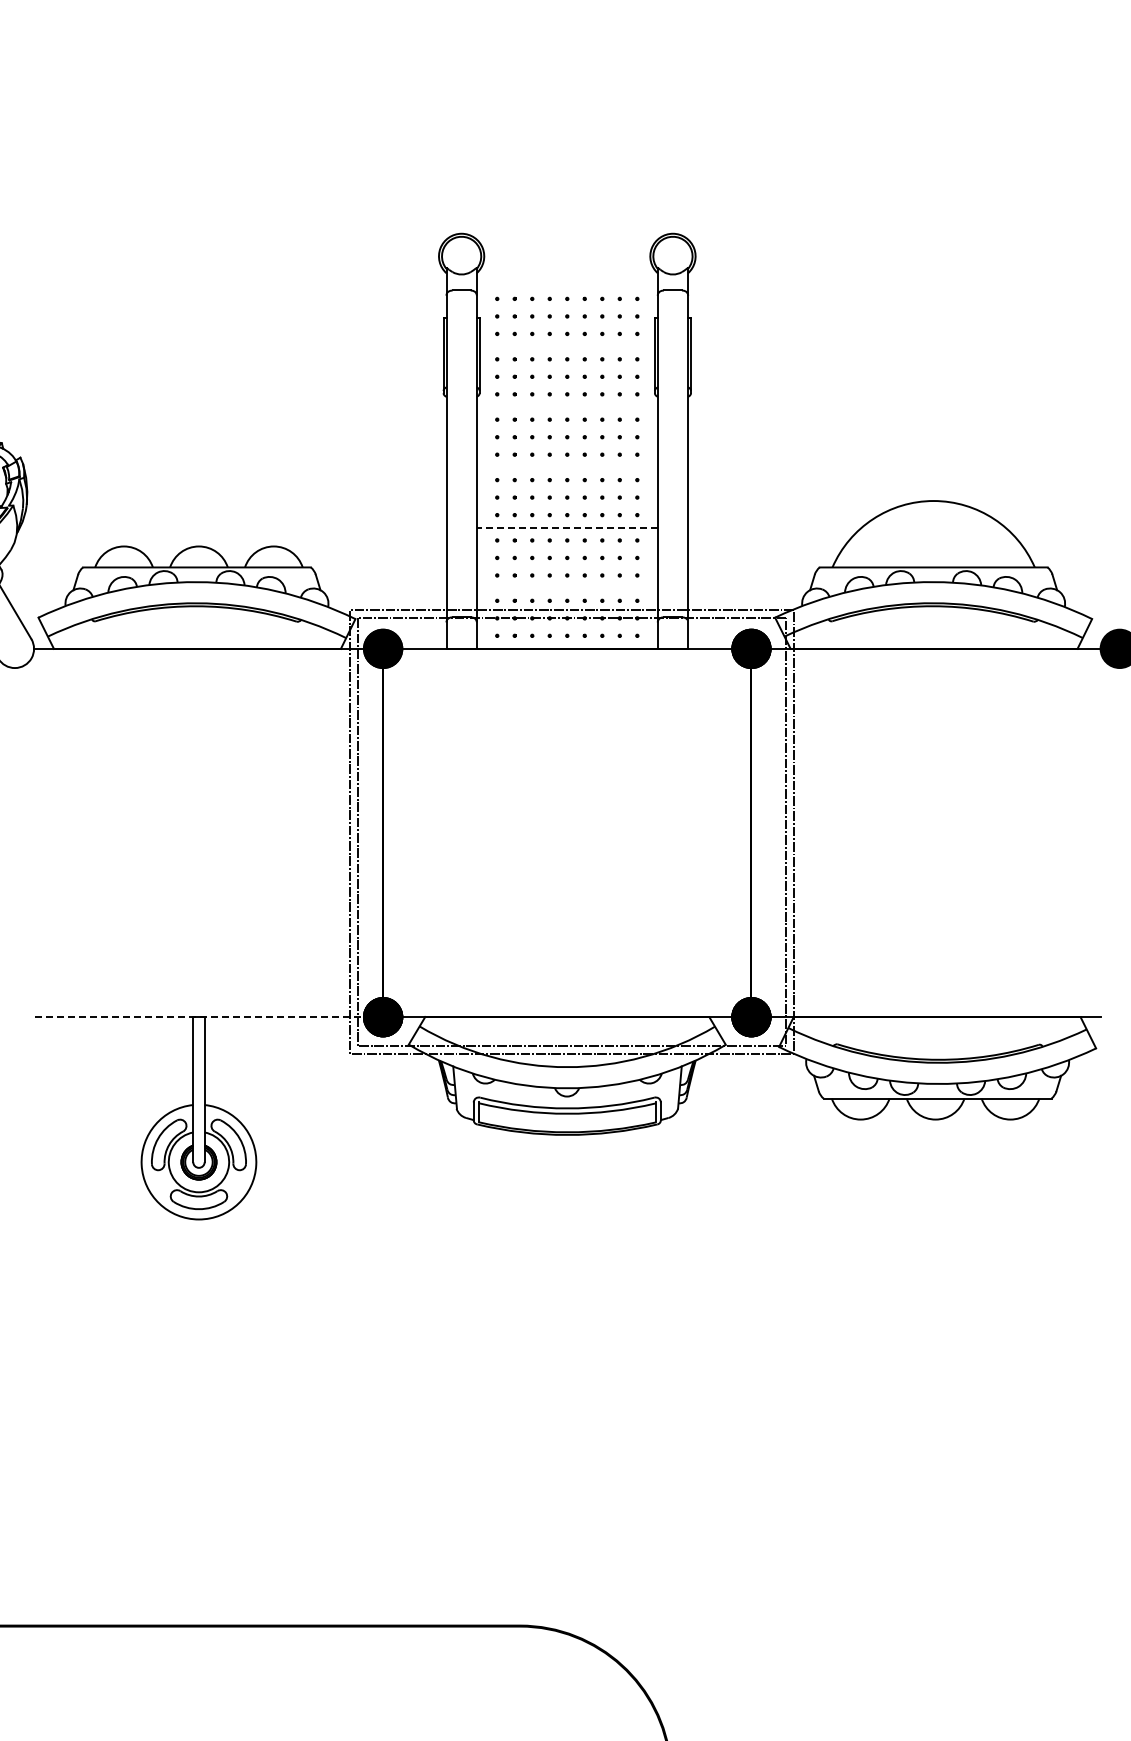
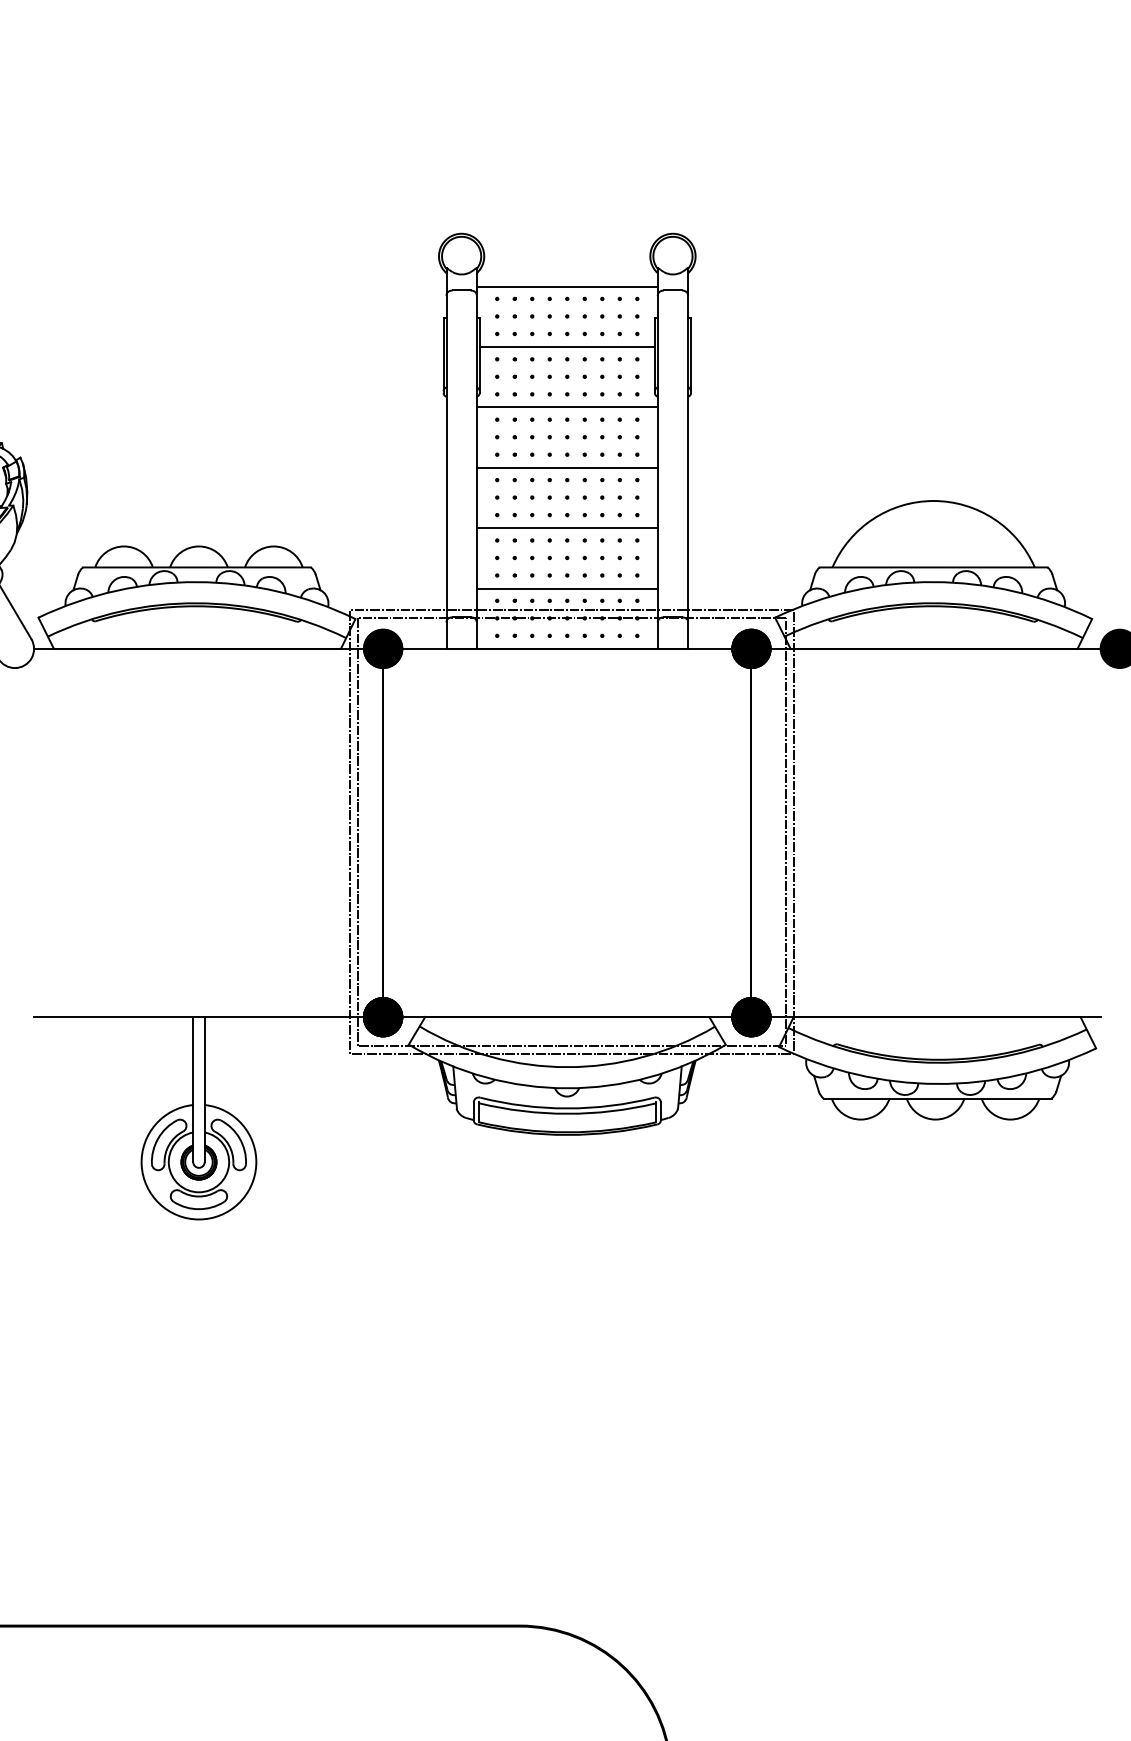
line at (566, 286): none -> present
line at (566, 346): none -> present
line at (566, 407): none -> present
line at (566, 467): none -> present
line at (567, 528): dashed -> solid
line at (566, 588): none -> present
line at (208, 1017): dashed -> solid
